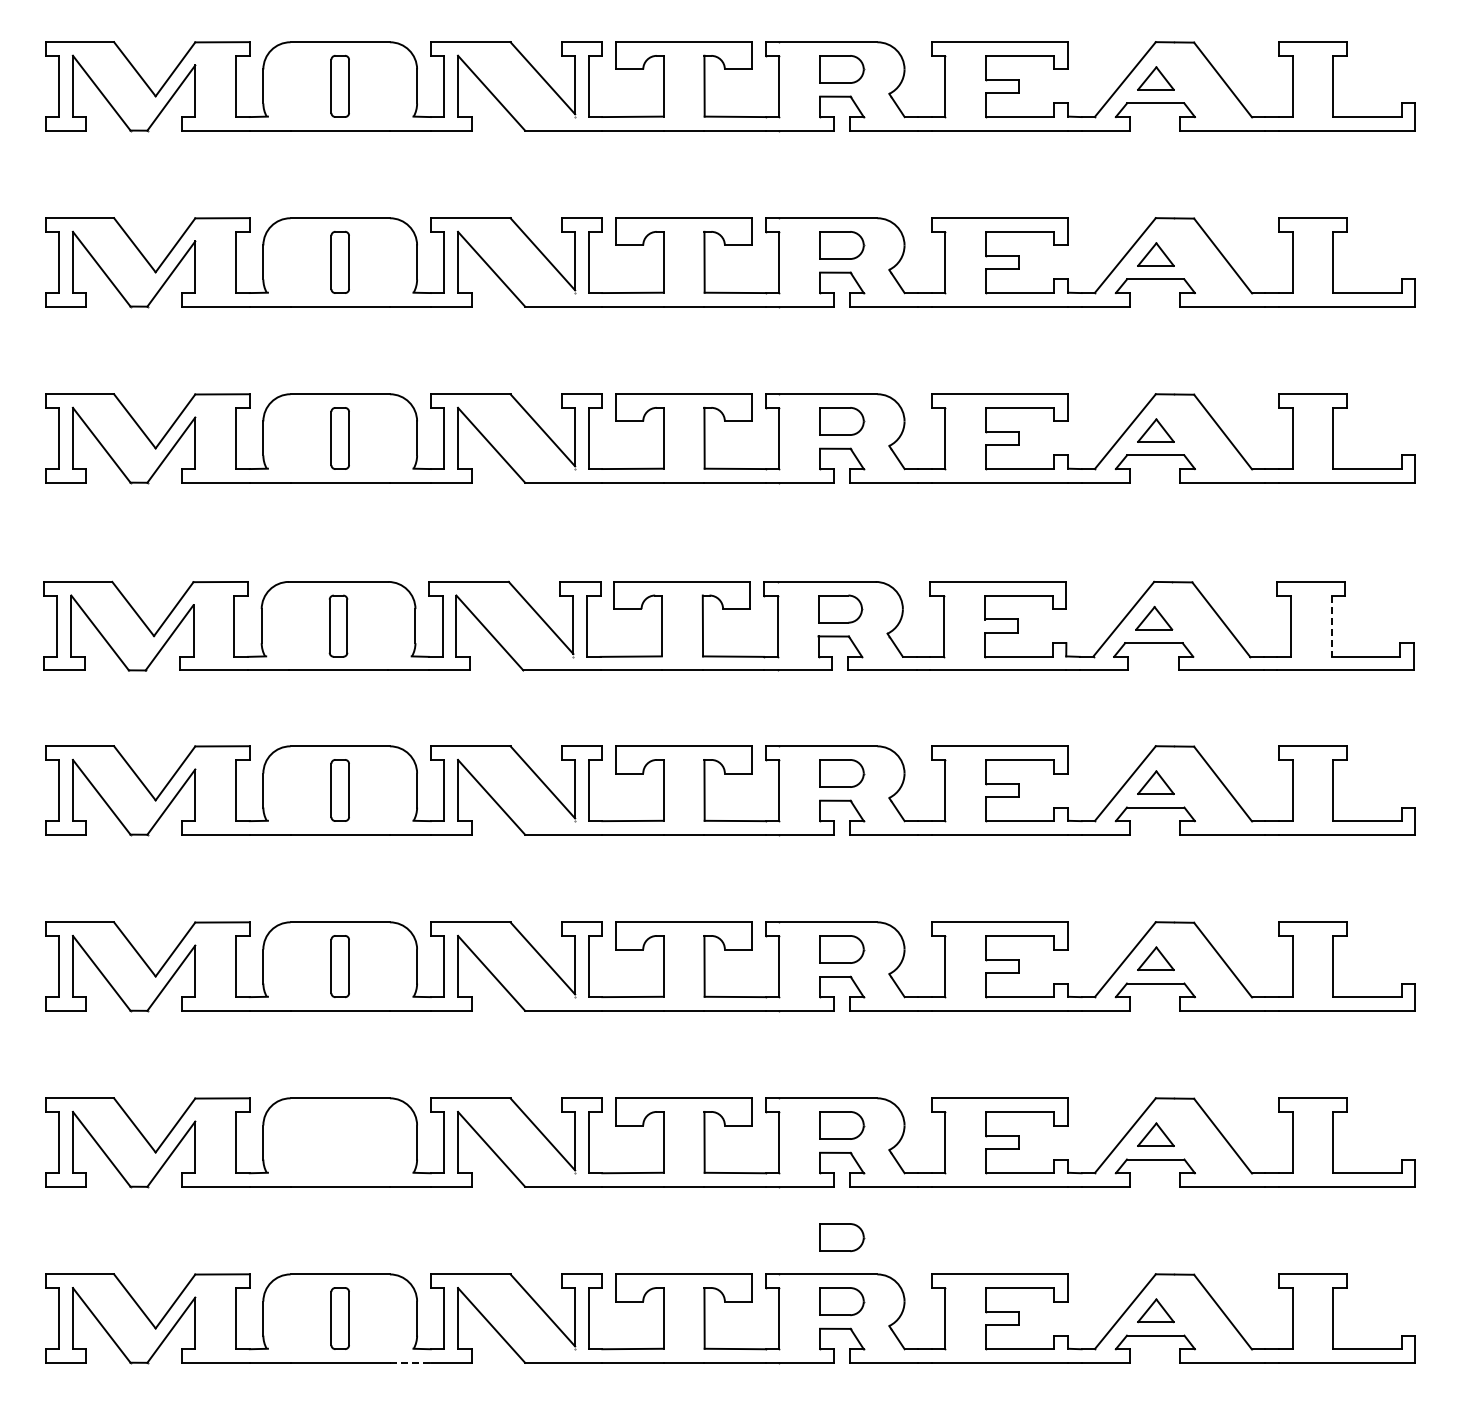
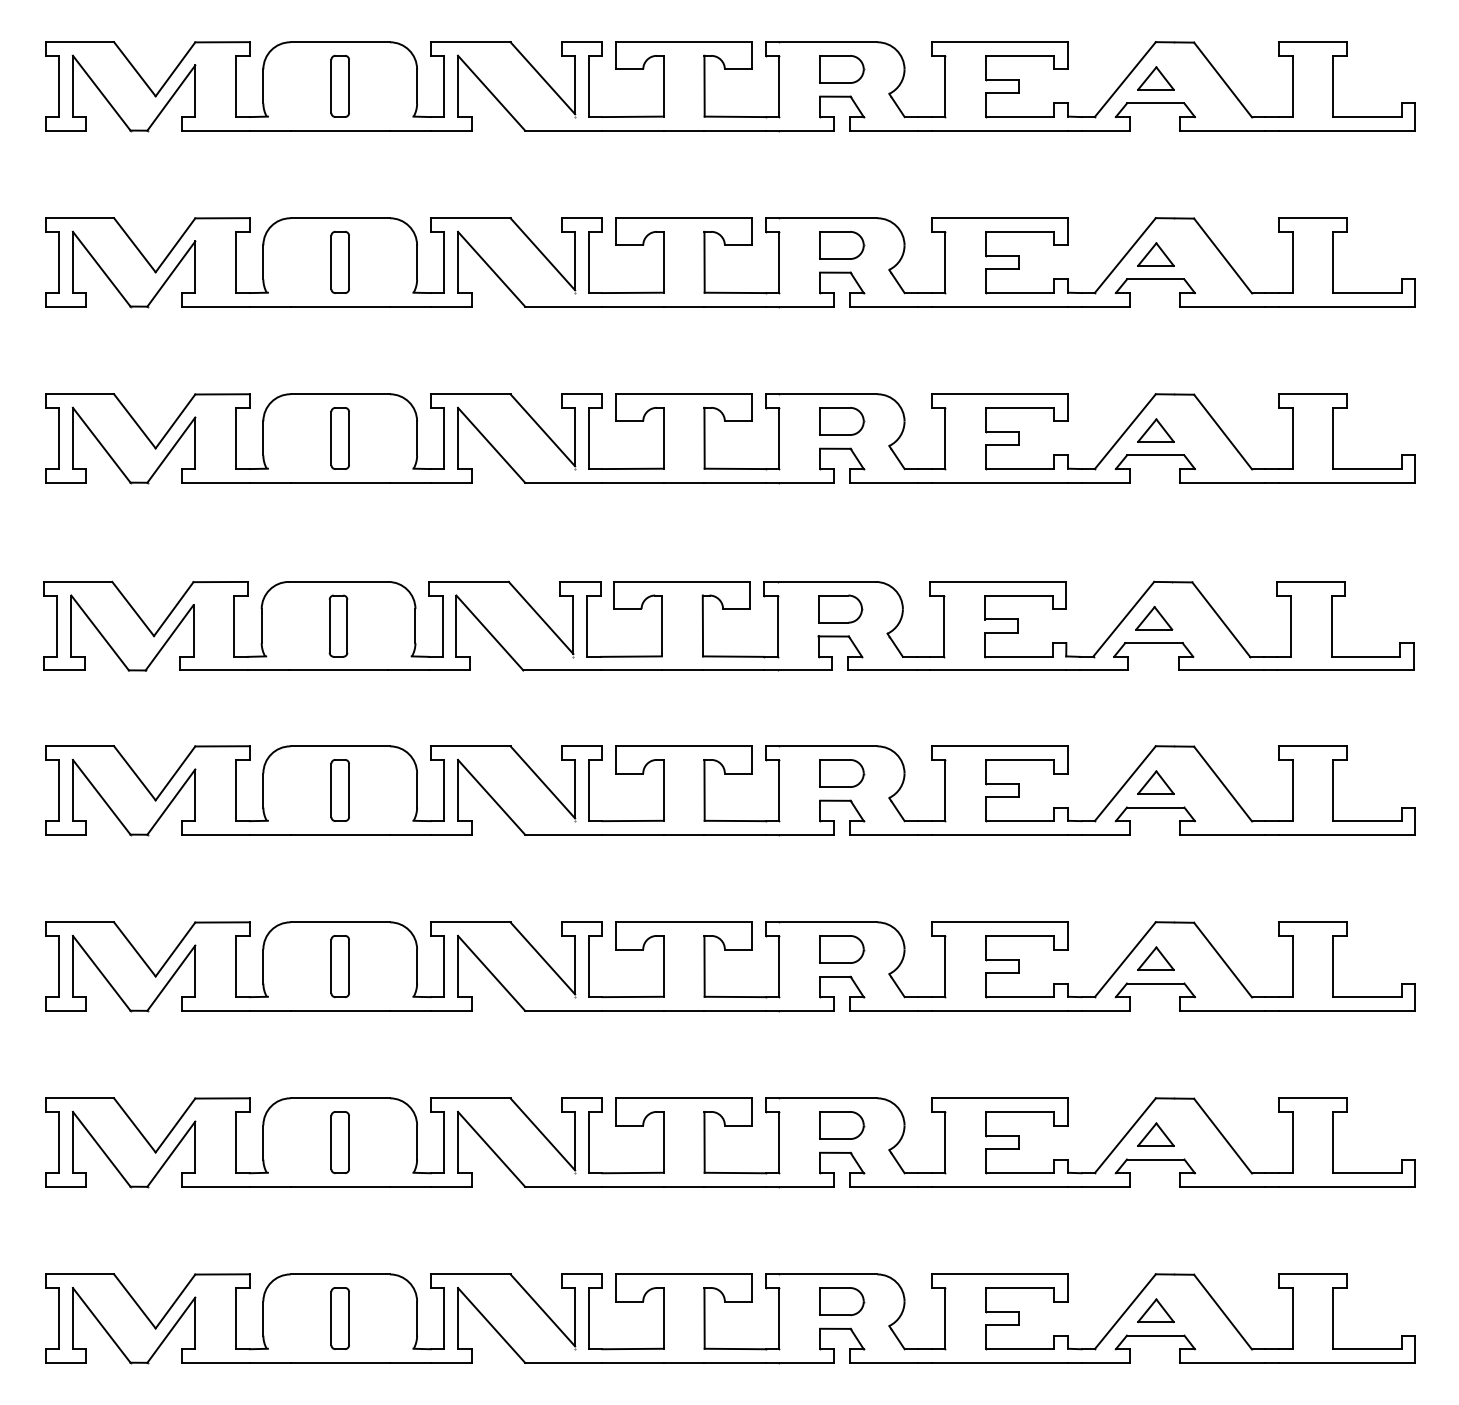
line at (1331, 626): dashed -> solid
part at (339, 1142): none -> present
part at (842, 1237): present -> none
line at (410, 1362): dashed -> solid
